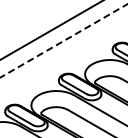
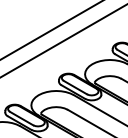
line at (63, 41): dashed -> solid
